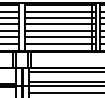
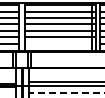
line at (59, 44): present -> none
line at (64, 71): present -> none
line at (66, 92): solid -> dashed
